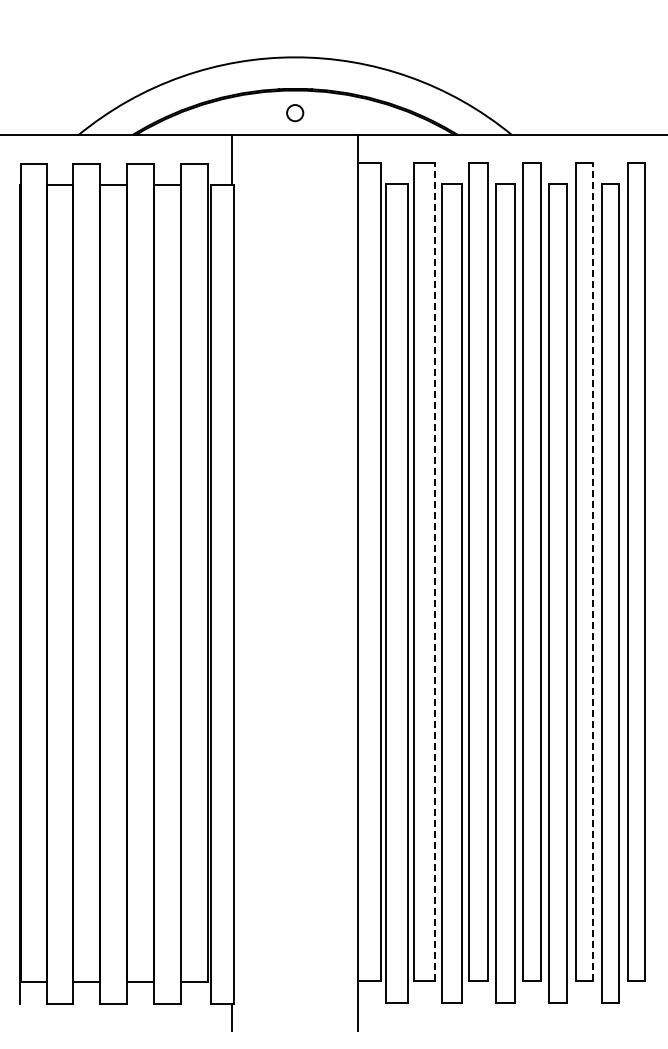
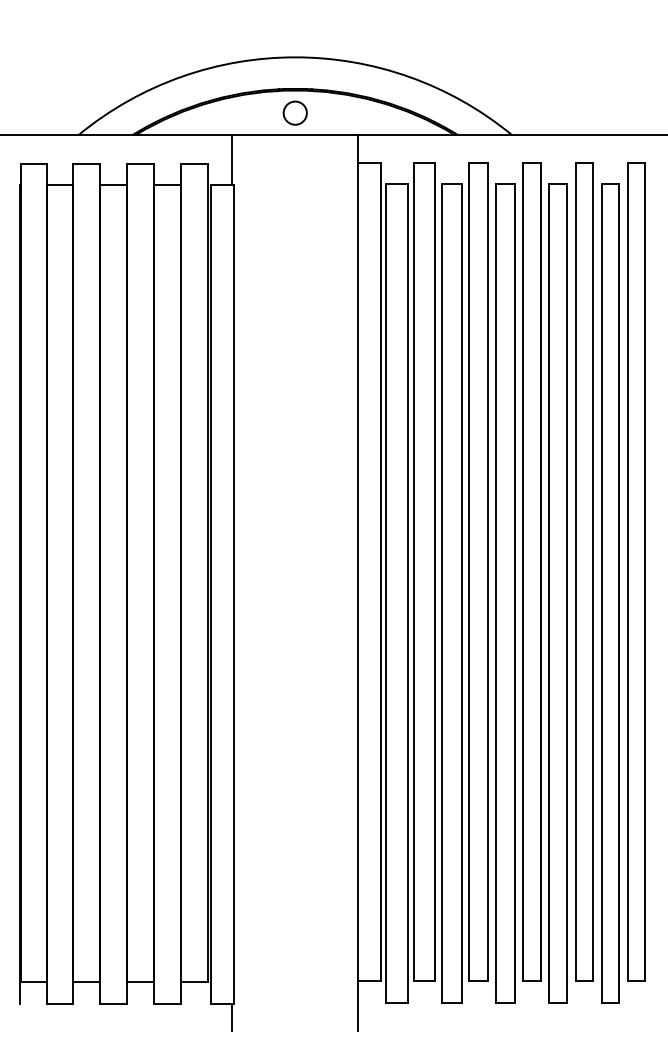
circle at (295, 113) size: 19x19 px -> 26x26 px
line at (435, 571): dashed -> solid
line at (593, 571): dashed -> solid
